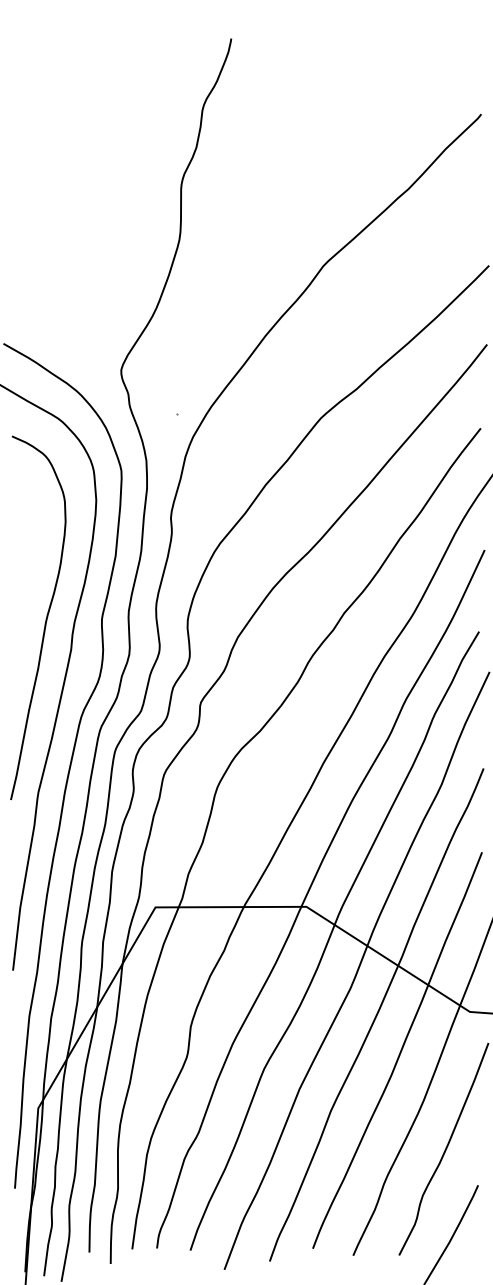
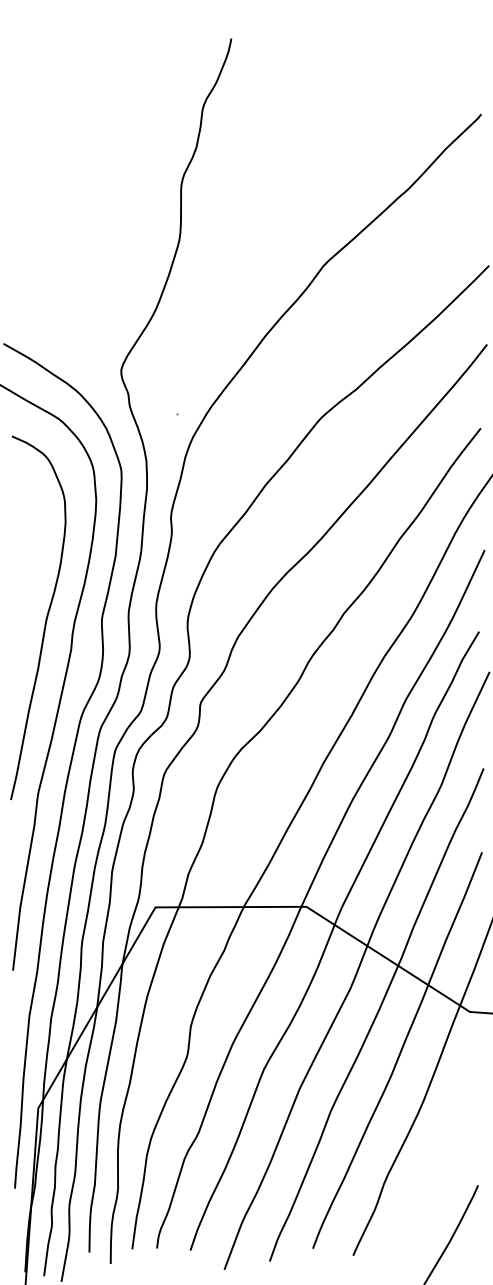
curve at (444, 1149): present -> none
